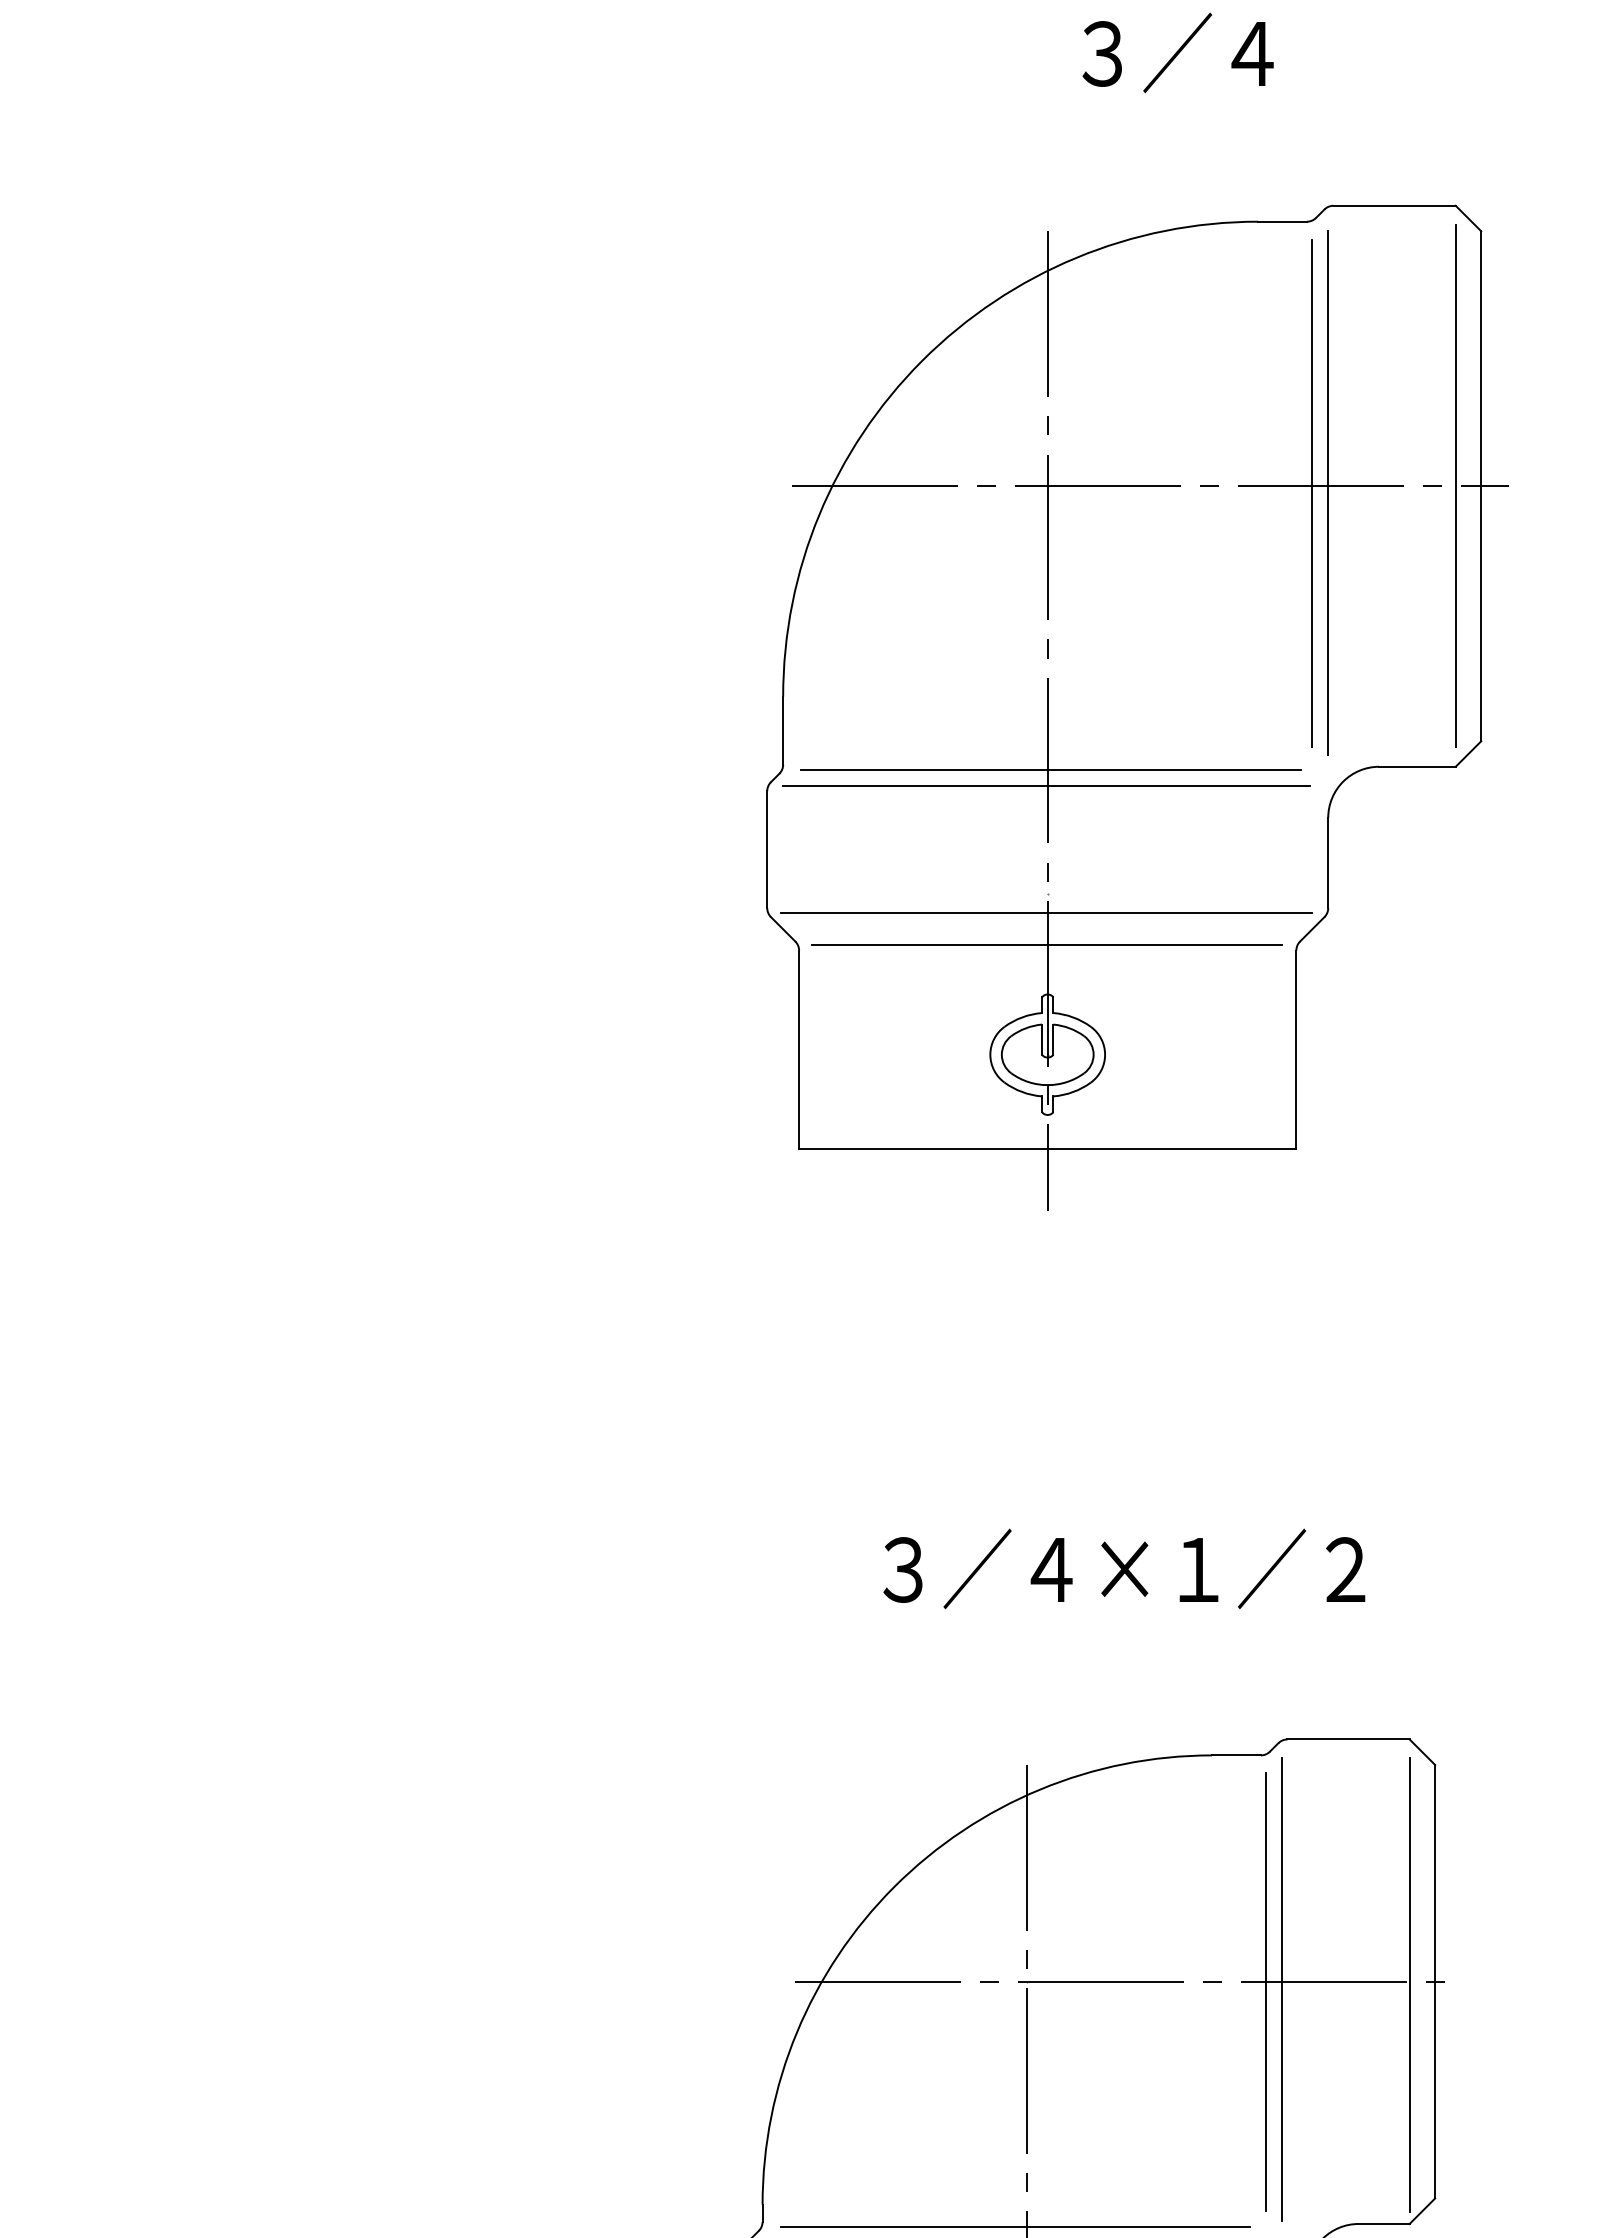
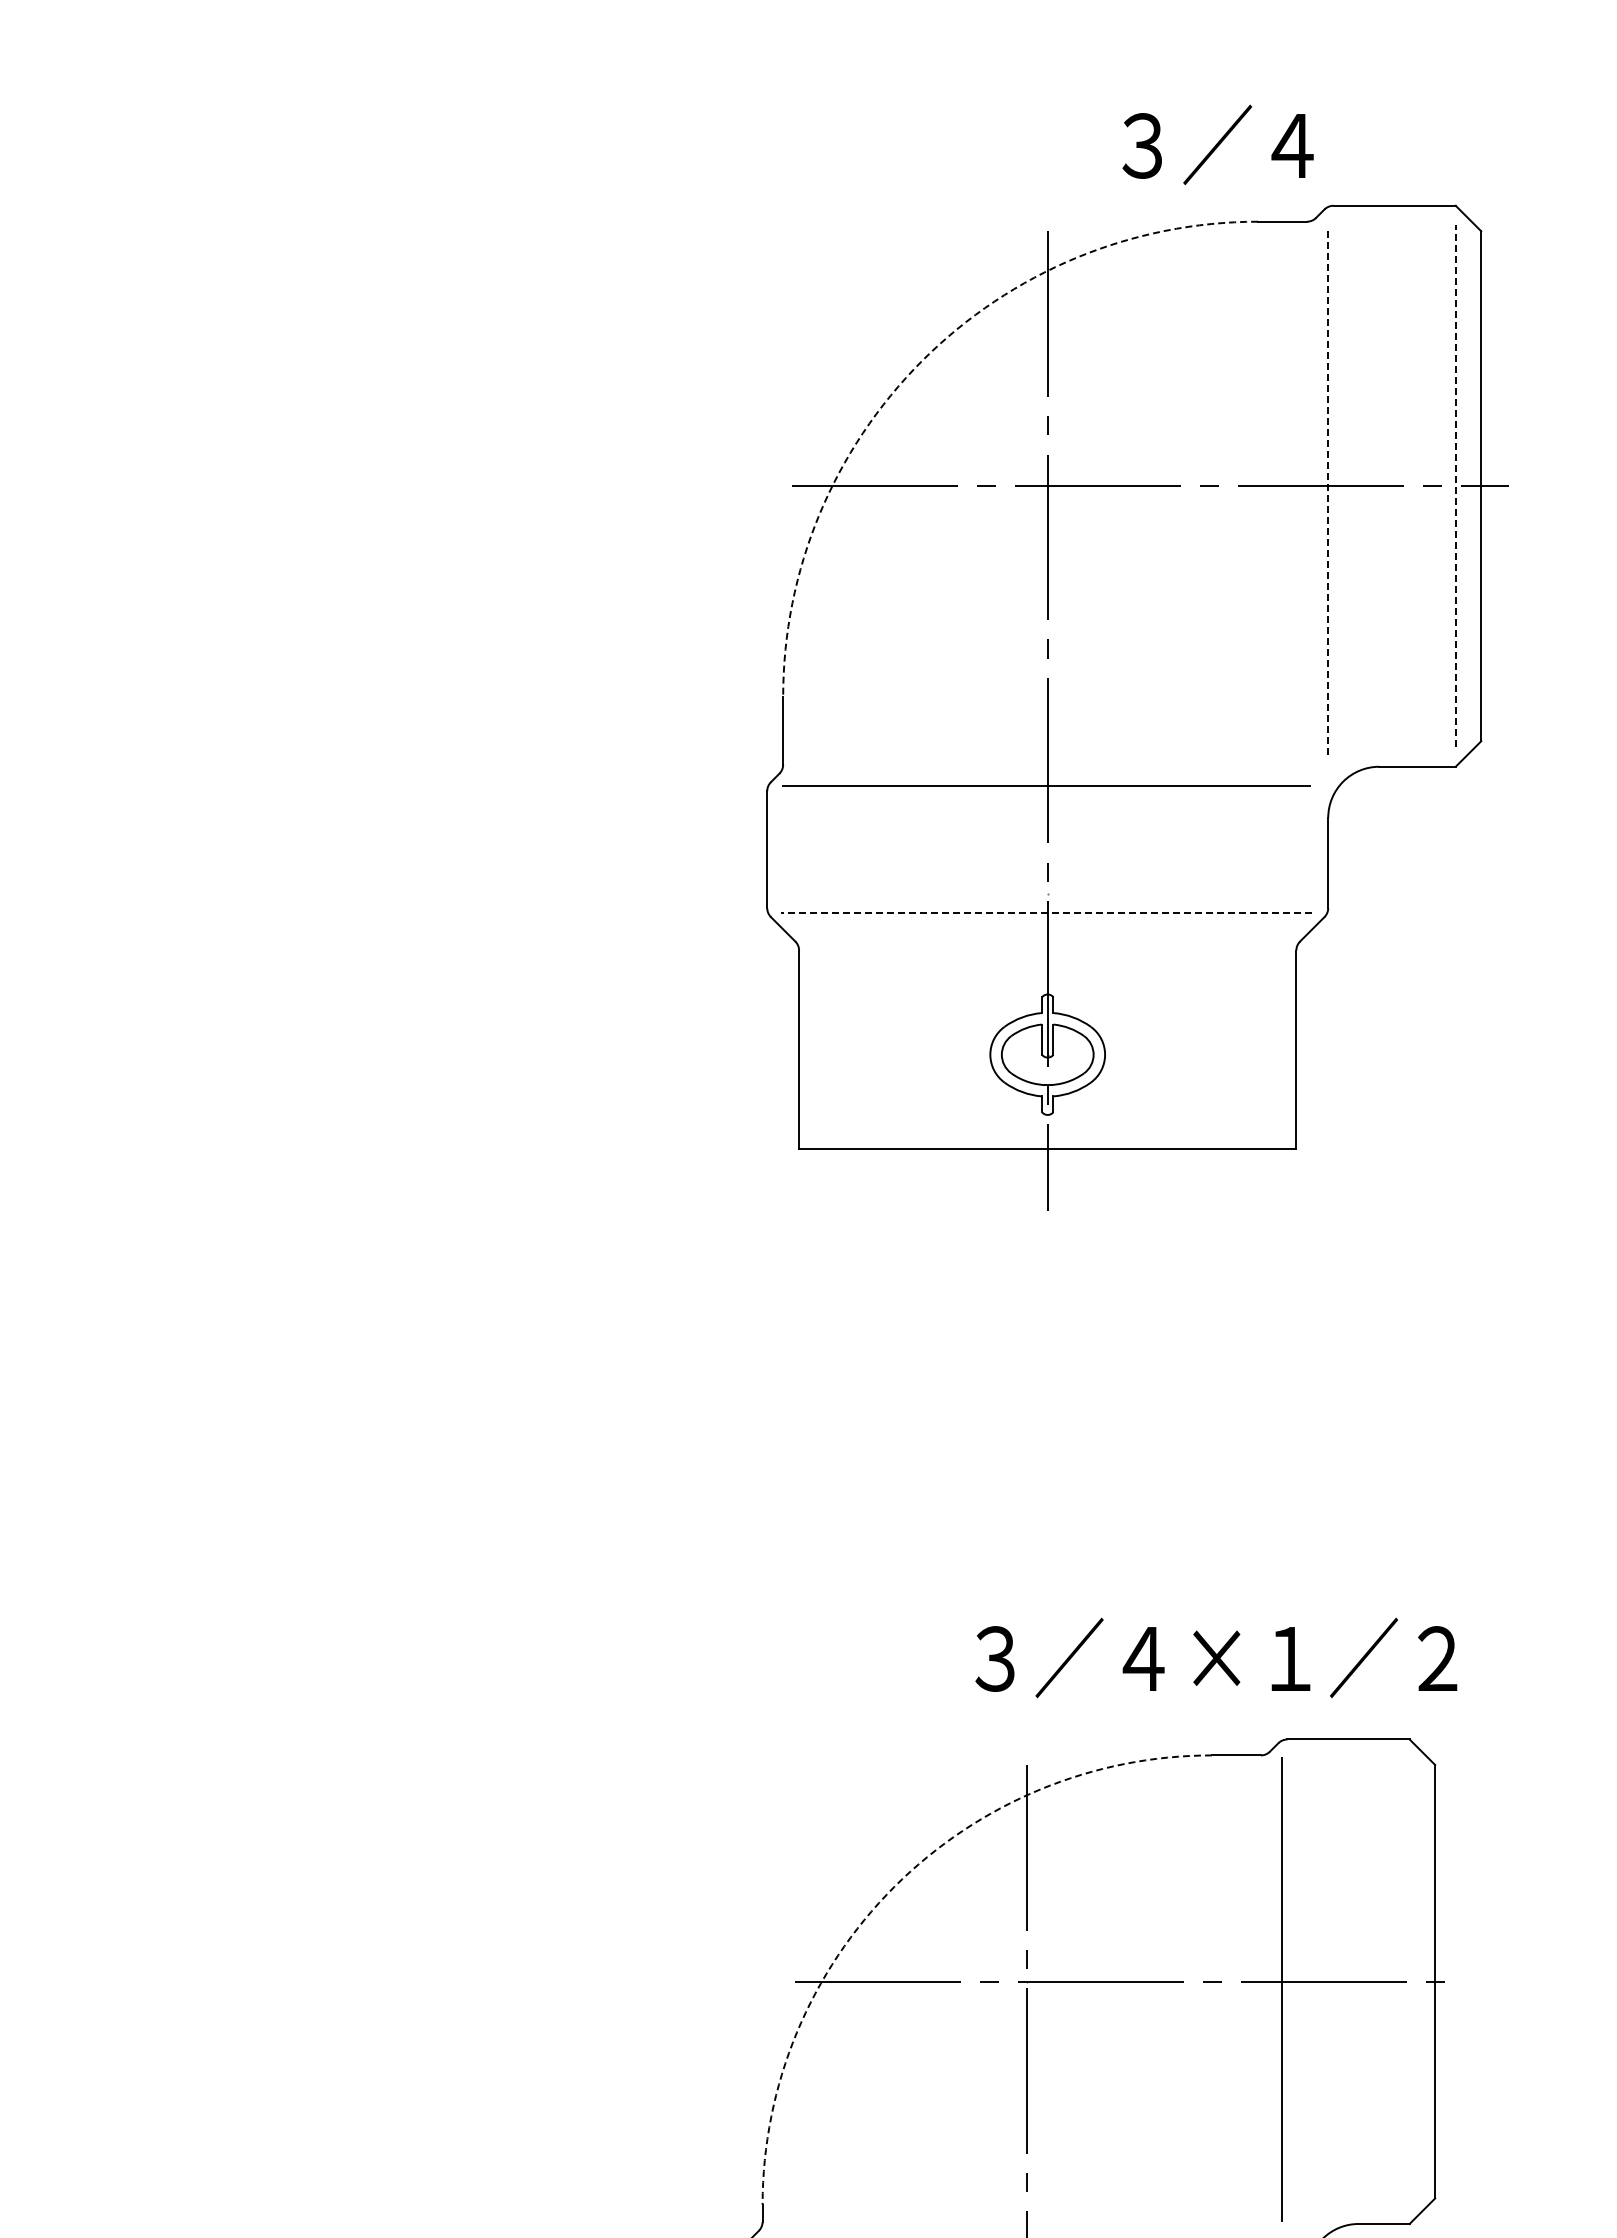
text at (1177, 52) position: (1177, 52) -> (1217, 144)
arc at (922, 360): solid -> dashed
line at (1455, 486): solid -> dashed
line at (1328, 492): solid -> dashed
line at (1312, 493): present -> none
line at (1051, 769): present -> none
line at (1046, 913): solid -> dashed
line at (1047, 945): present -> none
text at (1124, 1568) position: (1124, 1568) -> (1216, 1657)
arc at (894, 1887): solid -> dashed
line at (1409, 1984): present -> none
line at (1266, 1991): present -> none
line at (1014, 2227): present -> none
